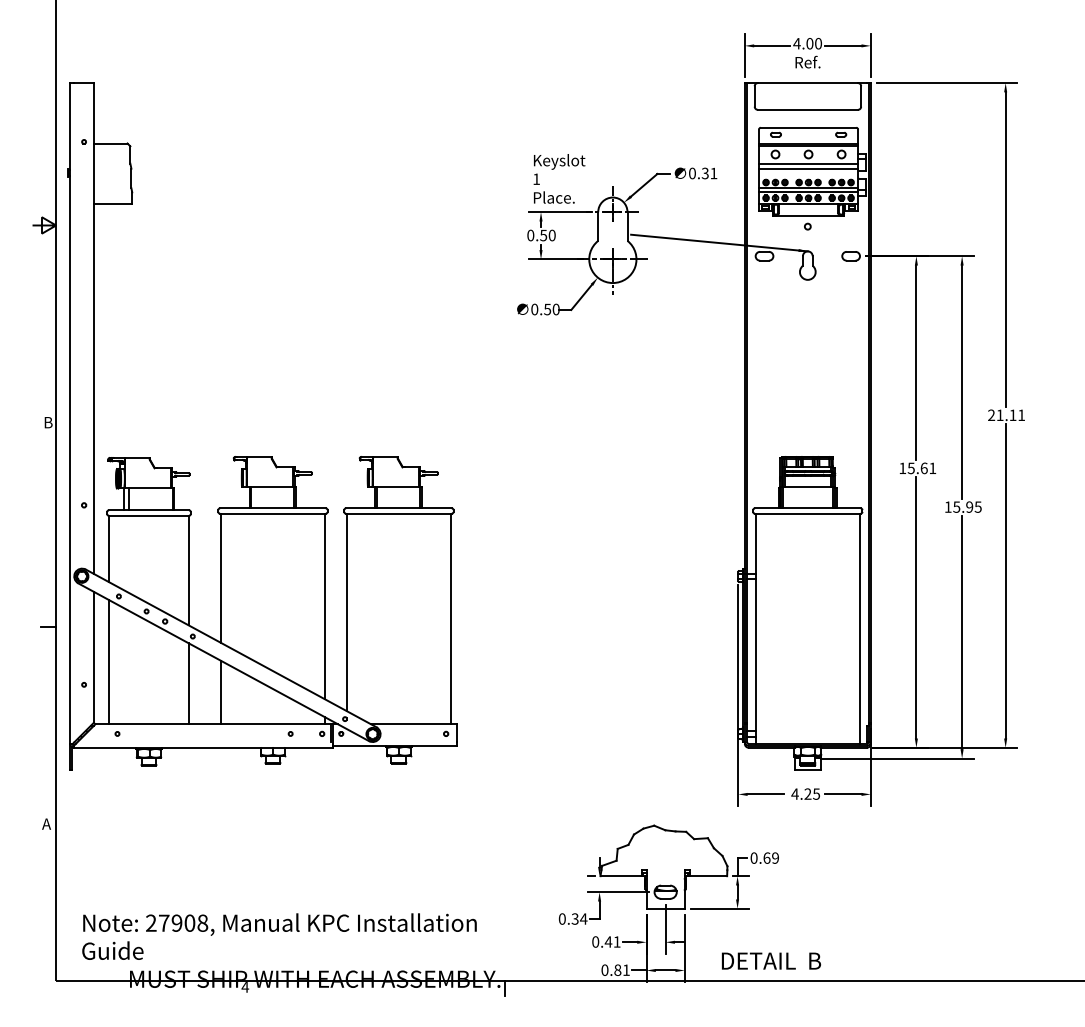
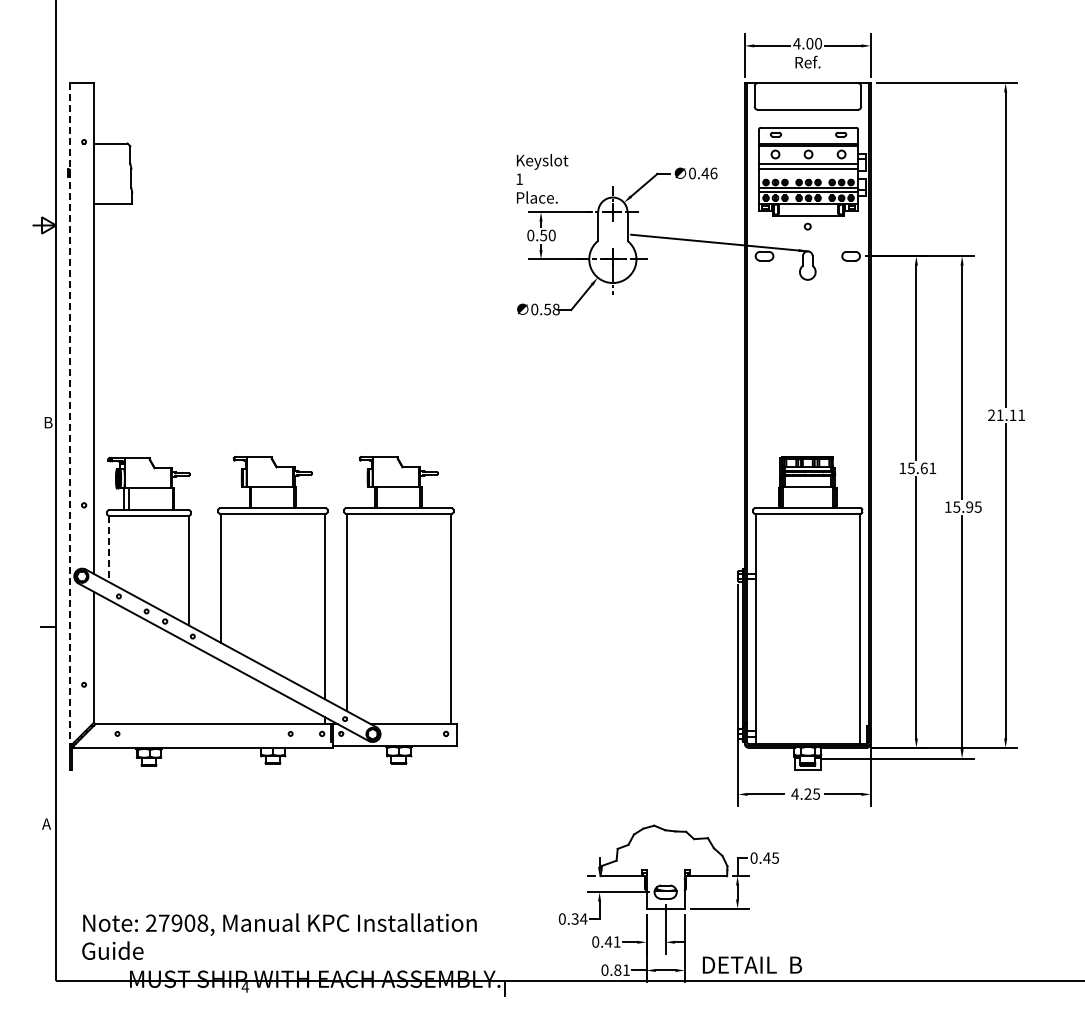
text at (709, 173): 0.31 -> 0.46
text at (559, 178) position: (559, 178) -> (542, 178)
text at (555, 309): 0.50 -> 0.58
line at (70, 413): solid -> dashed
line at (109, 549): solid -> dashed
line at (109, 662): present -> none
line at (188, 683): present -> none
line at (220, 692): present -> none
text at (770, 857): 0.69 -> 0.45
text at (771, 960) position: (771, 960) -> (752, 964)
